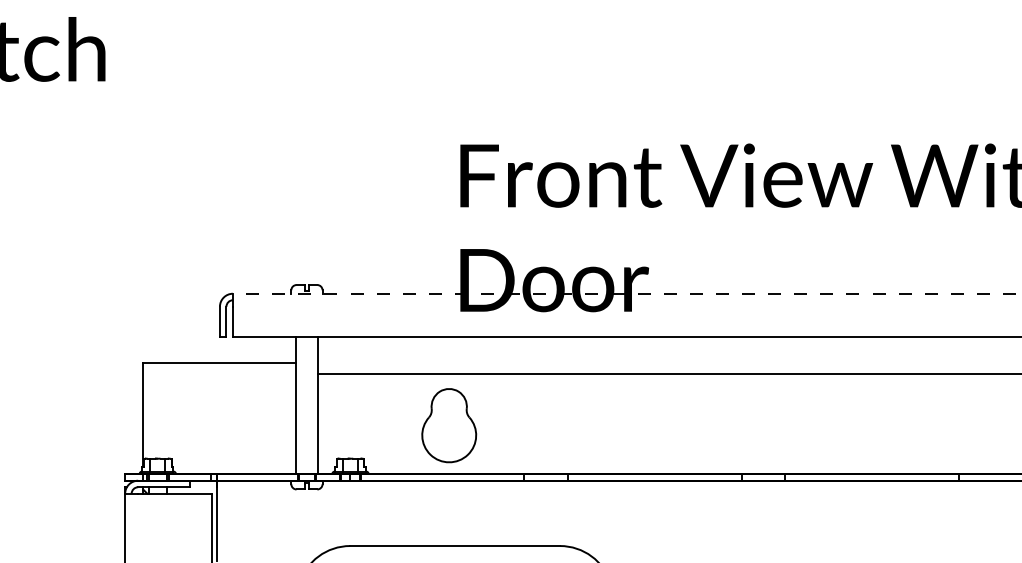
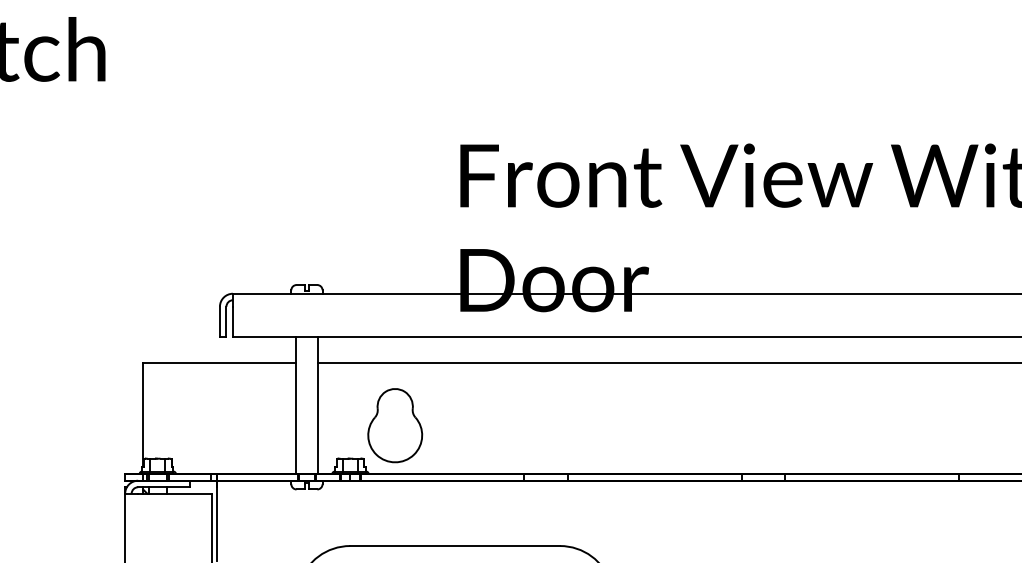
line at (626, 293): dashed -> solid
line at (667, 374) position: (667, 374) -> (667, 363)
part at (449, 425) position: (449, 425) -> (395, 425)
